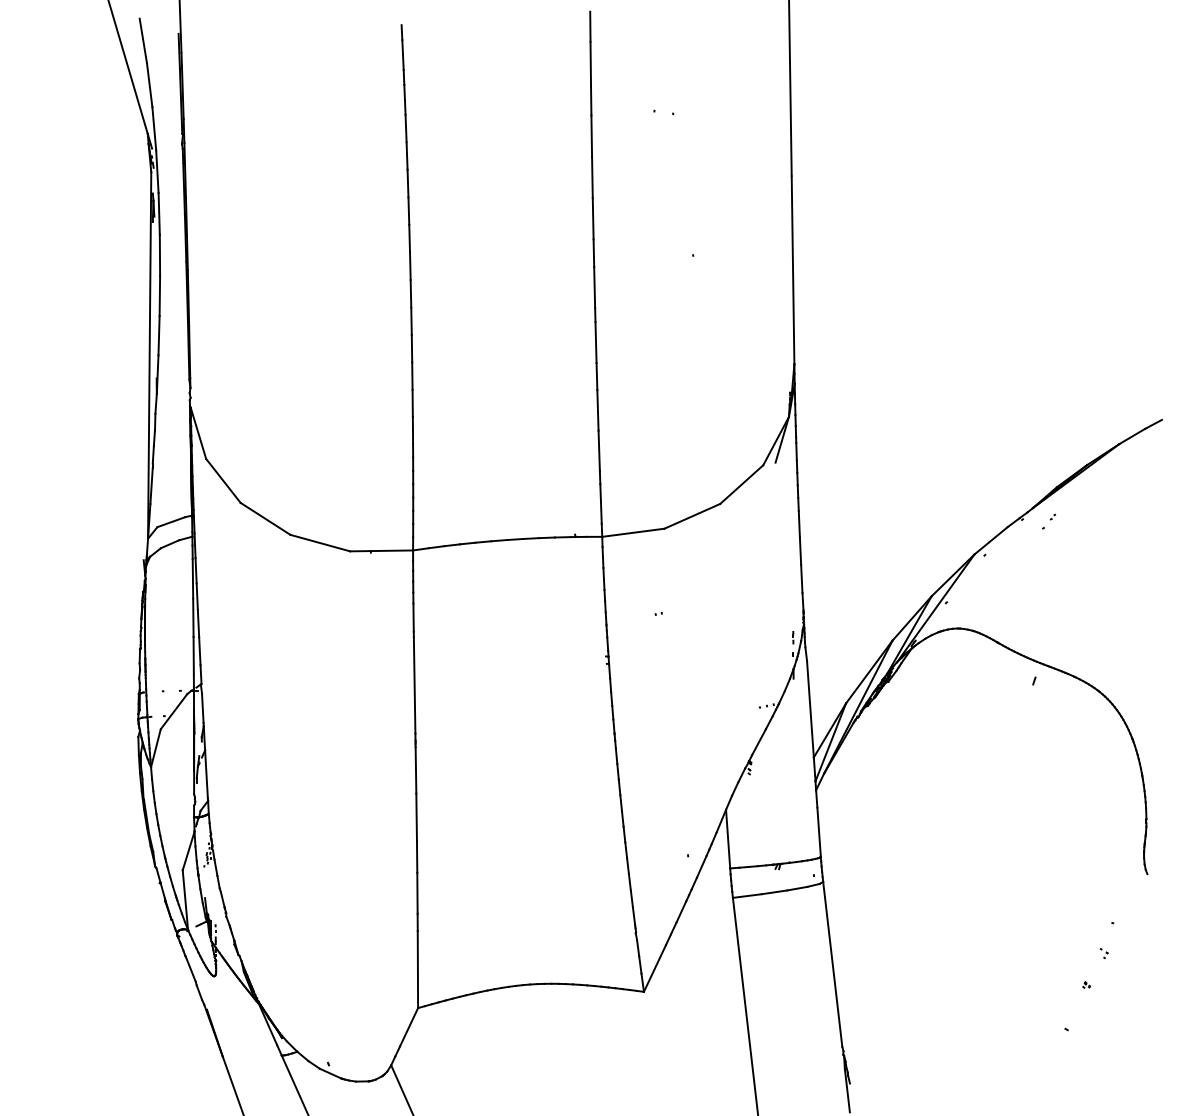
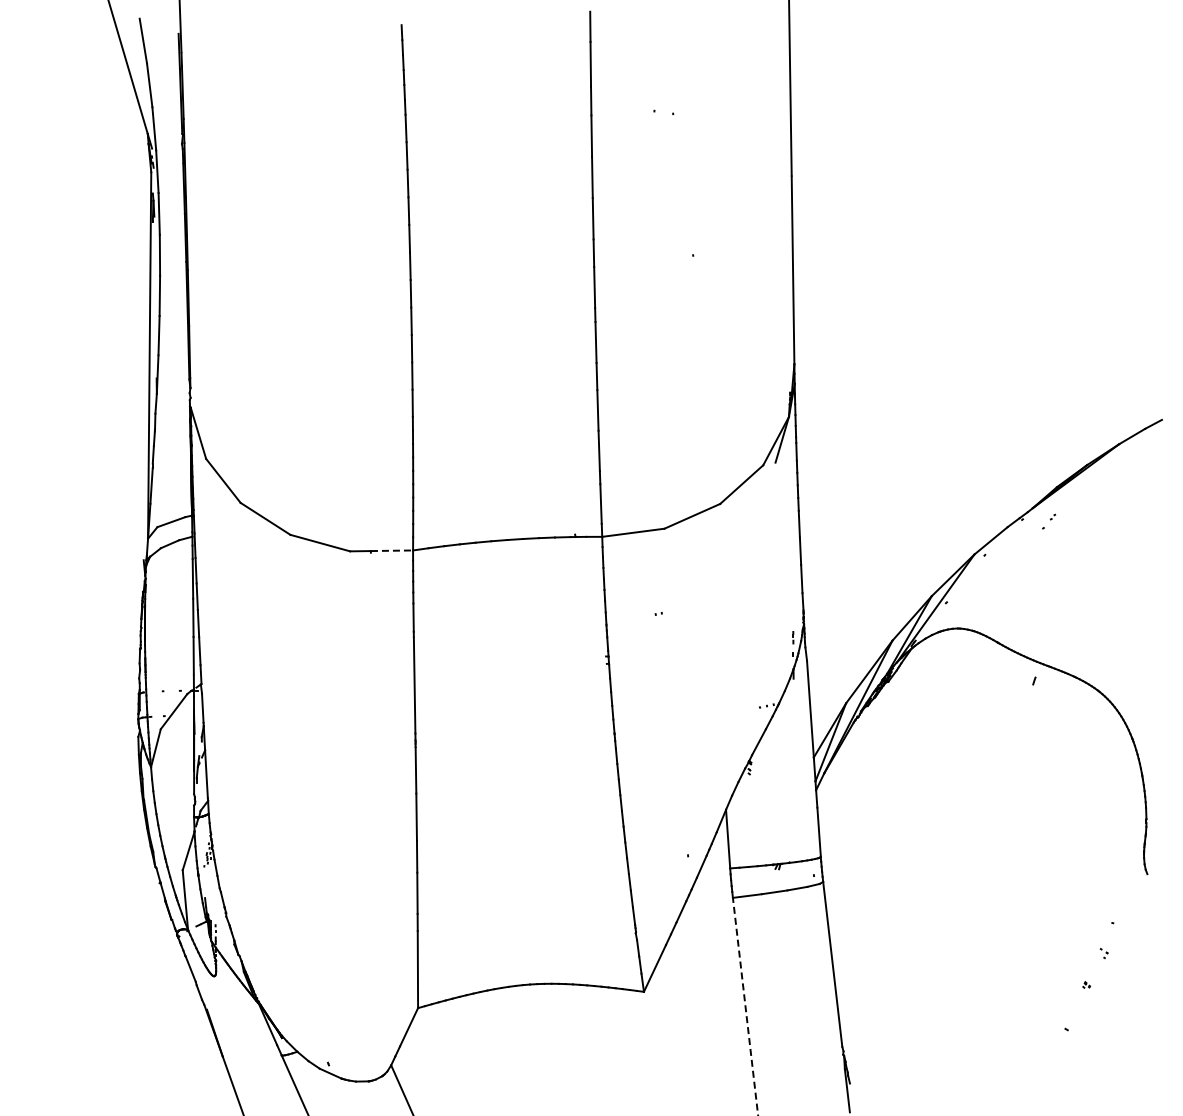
line at (392, 550): solid -> dashed
line at (745, 1006): solid -> dashed
